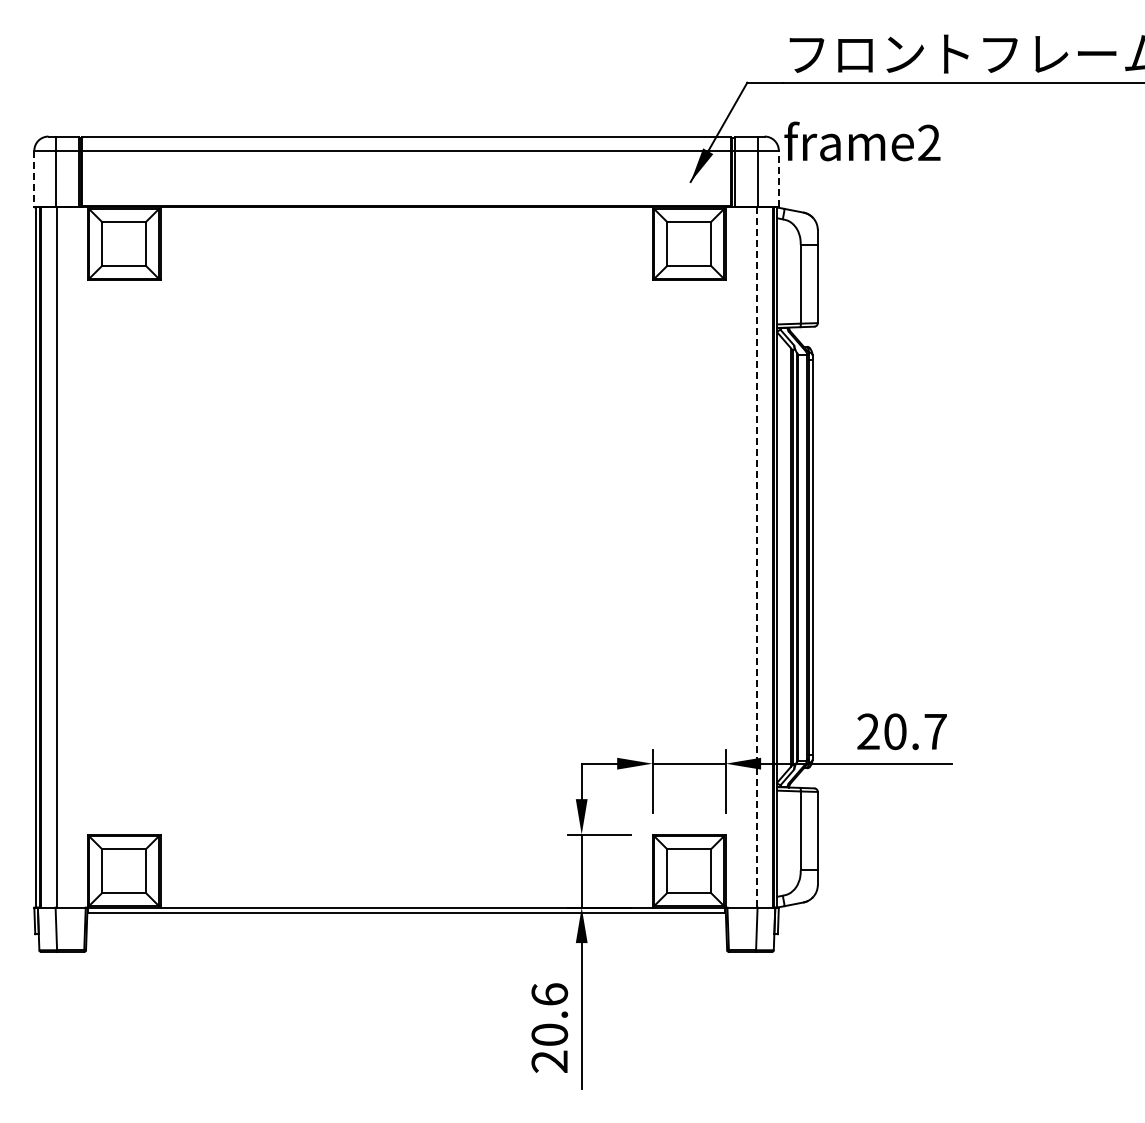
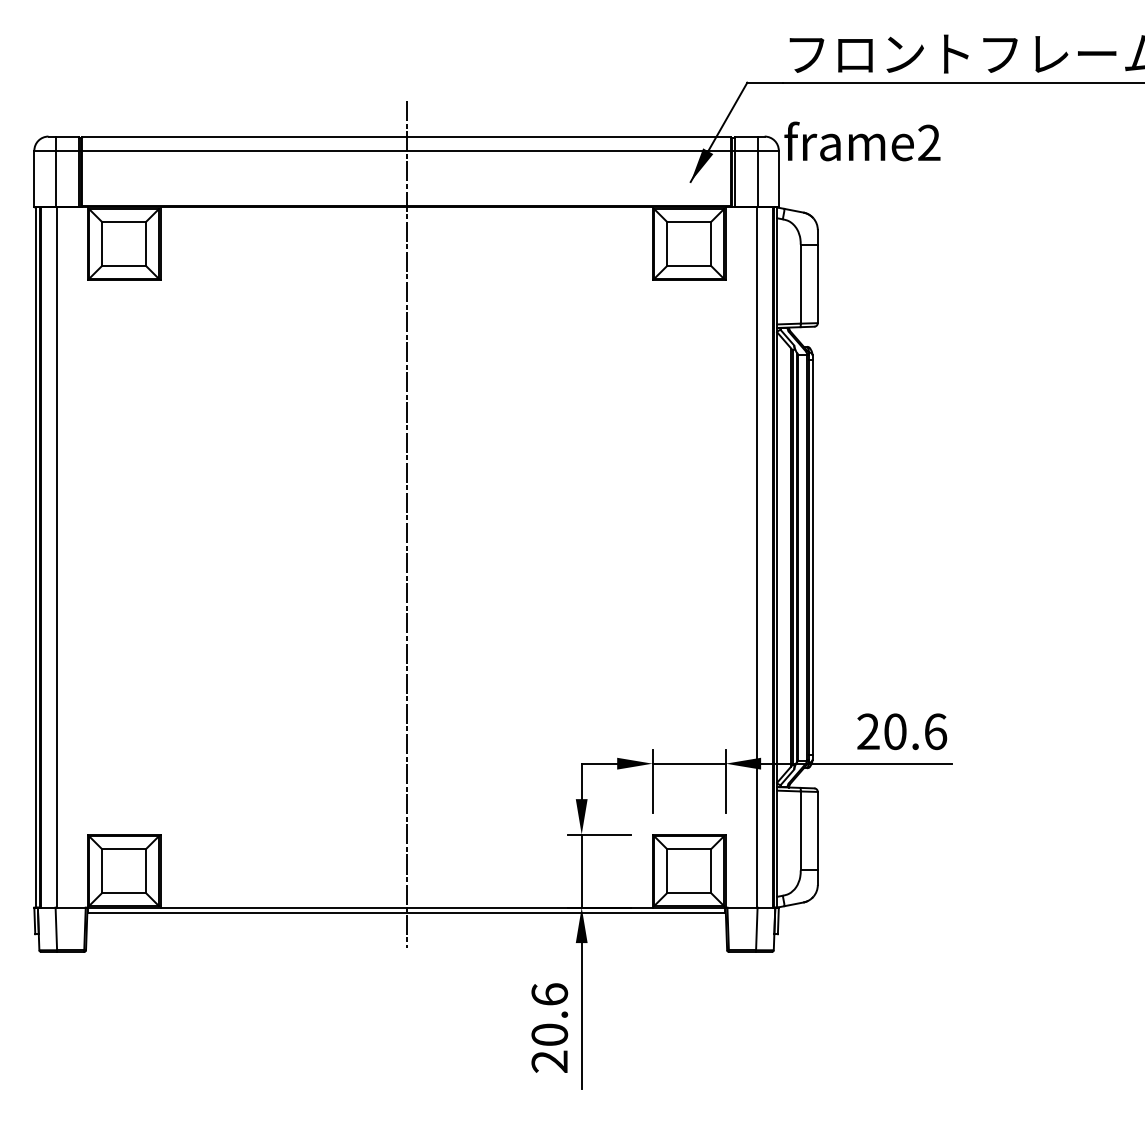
line at (34, 178): dashed -> solid
line at (778, 178): dashed -> solid
line at (406, 524): none -> present
line at (756, 558): dashed -> solid
text at (935, 731): 20.7 -> 20.6
